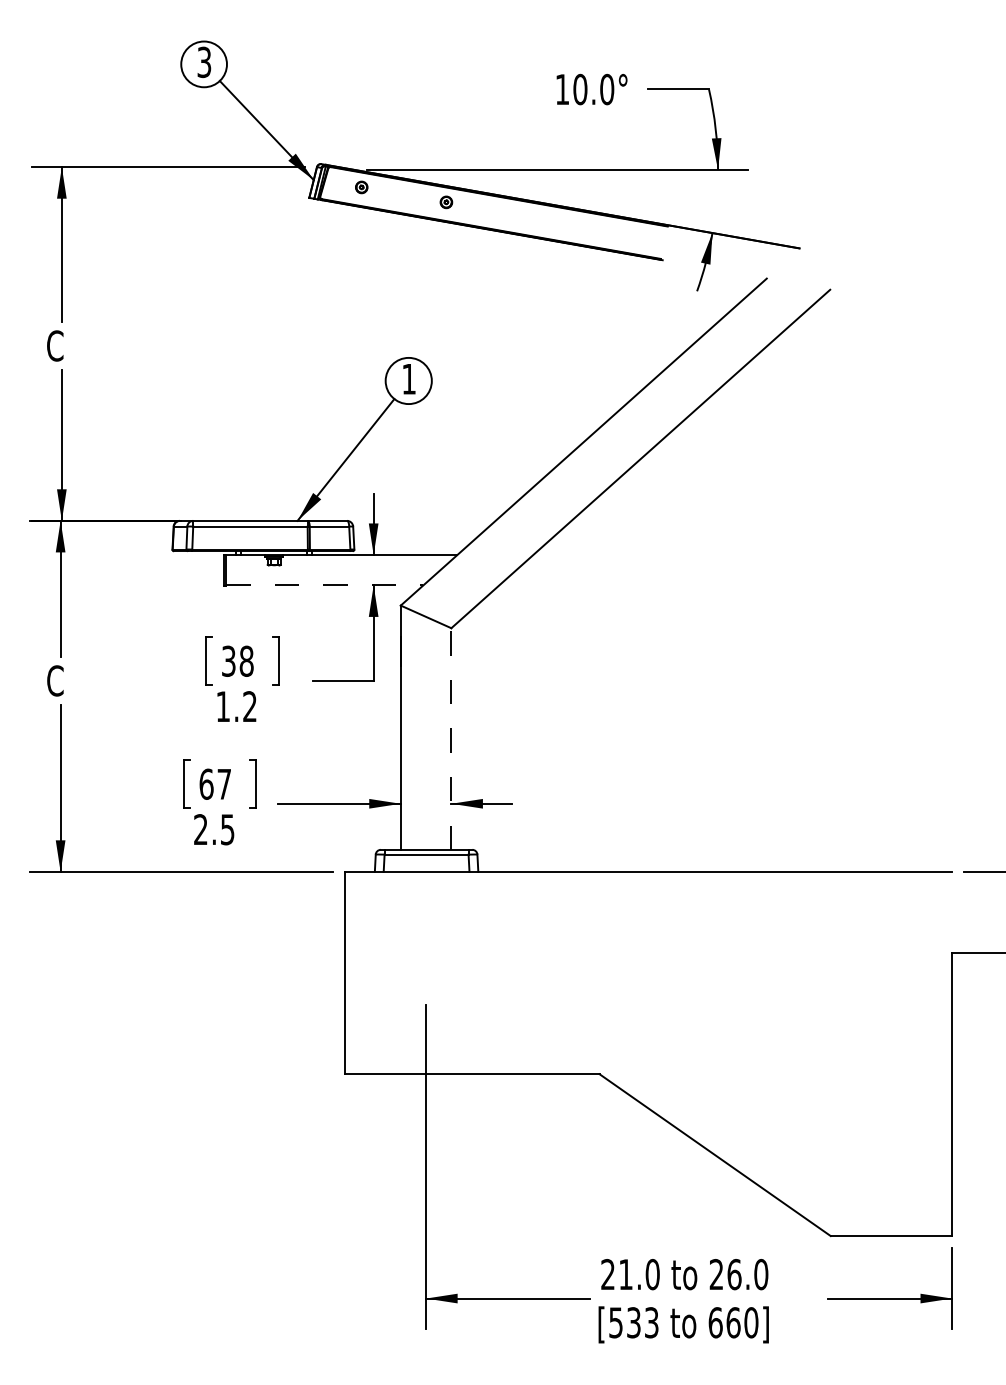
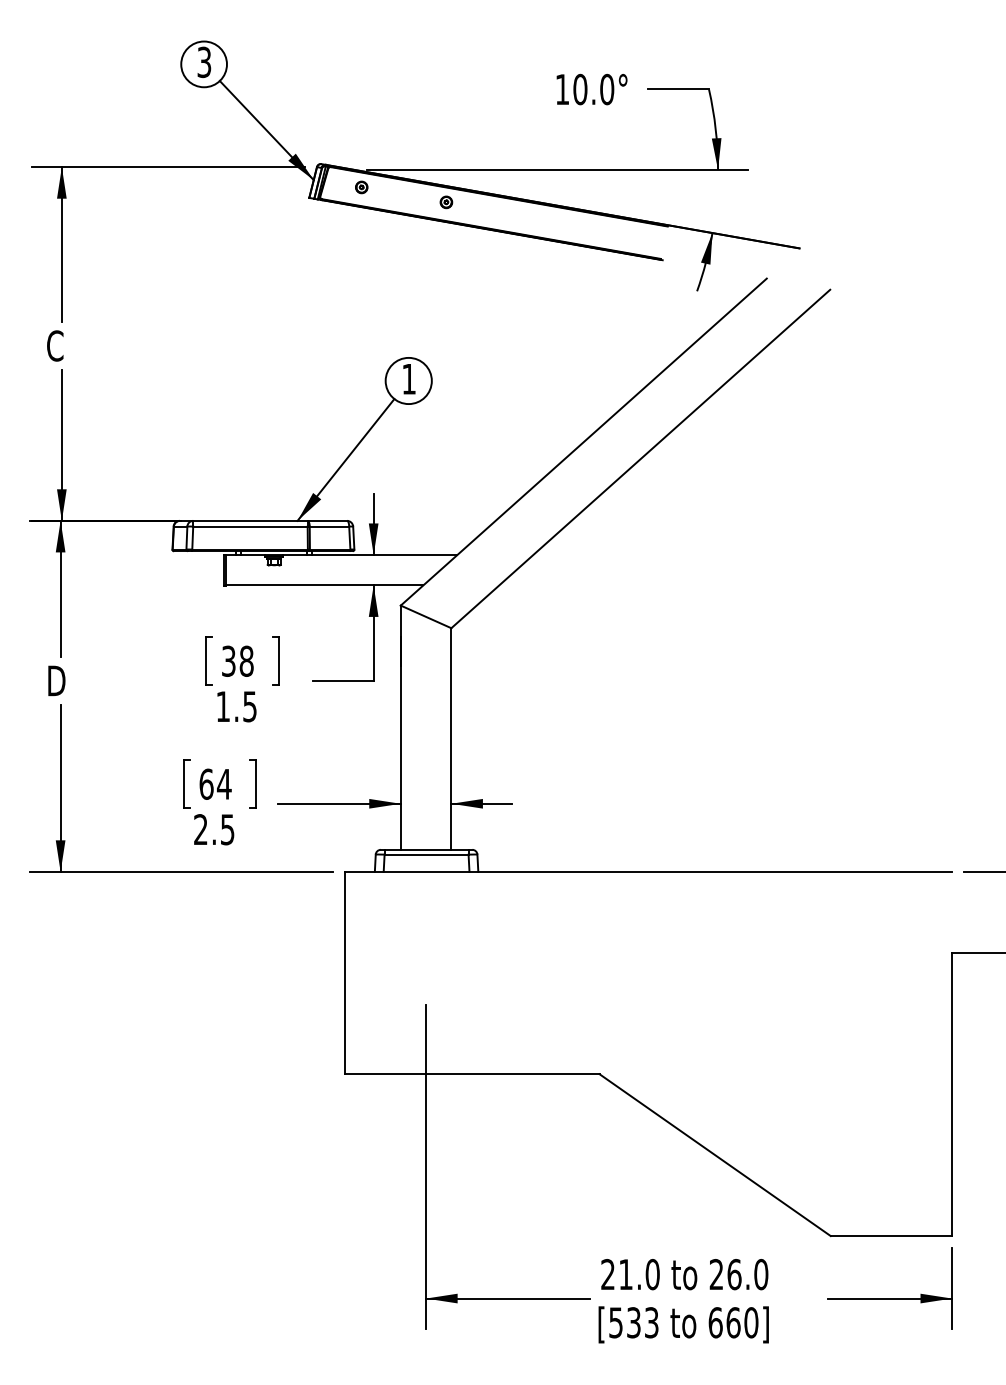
line at (324, 585): dashed -> solid
text at (56, 680): C -> D
text at (249, 706): 1.2 -> 1.5
line at (451, 739): dashed -> solid
text at (224, 784): 67 -> 64
